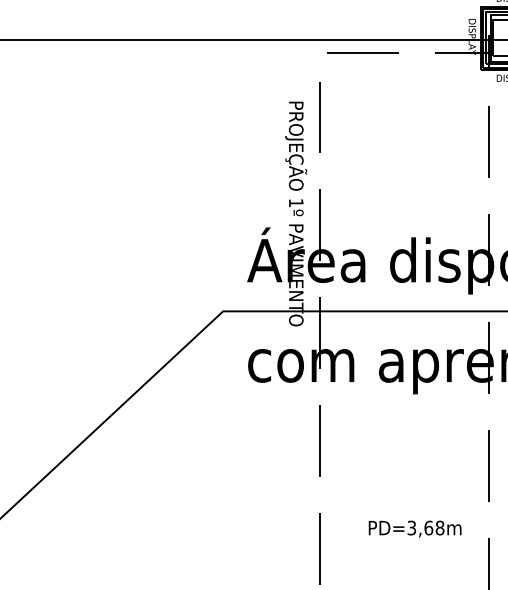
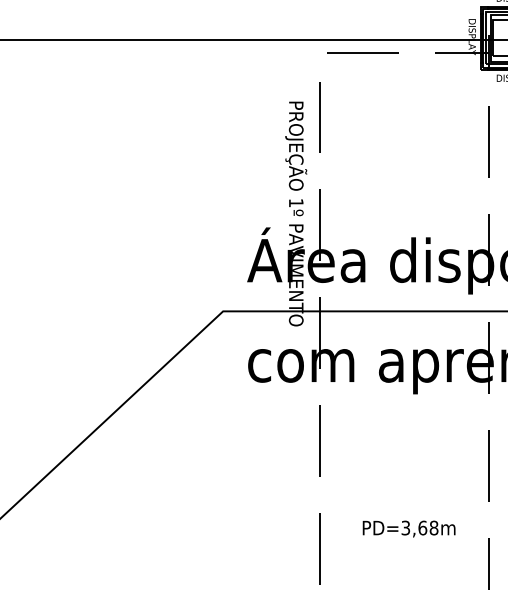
text at (414, 528) position: (414, 528) -> (408, 528)
